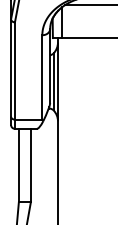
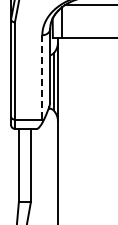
line at (42, 77): solid -> dashed
